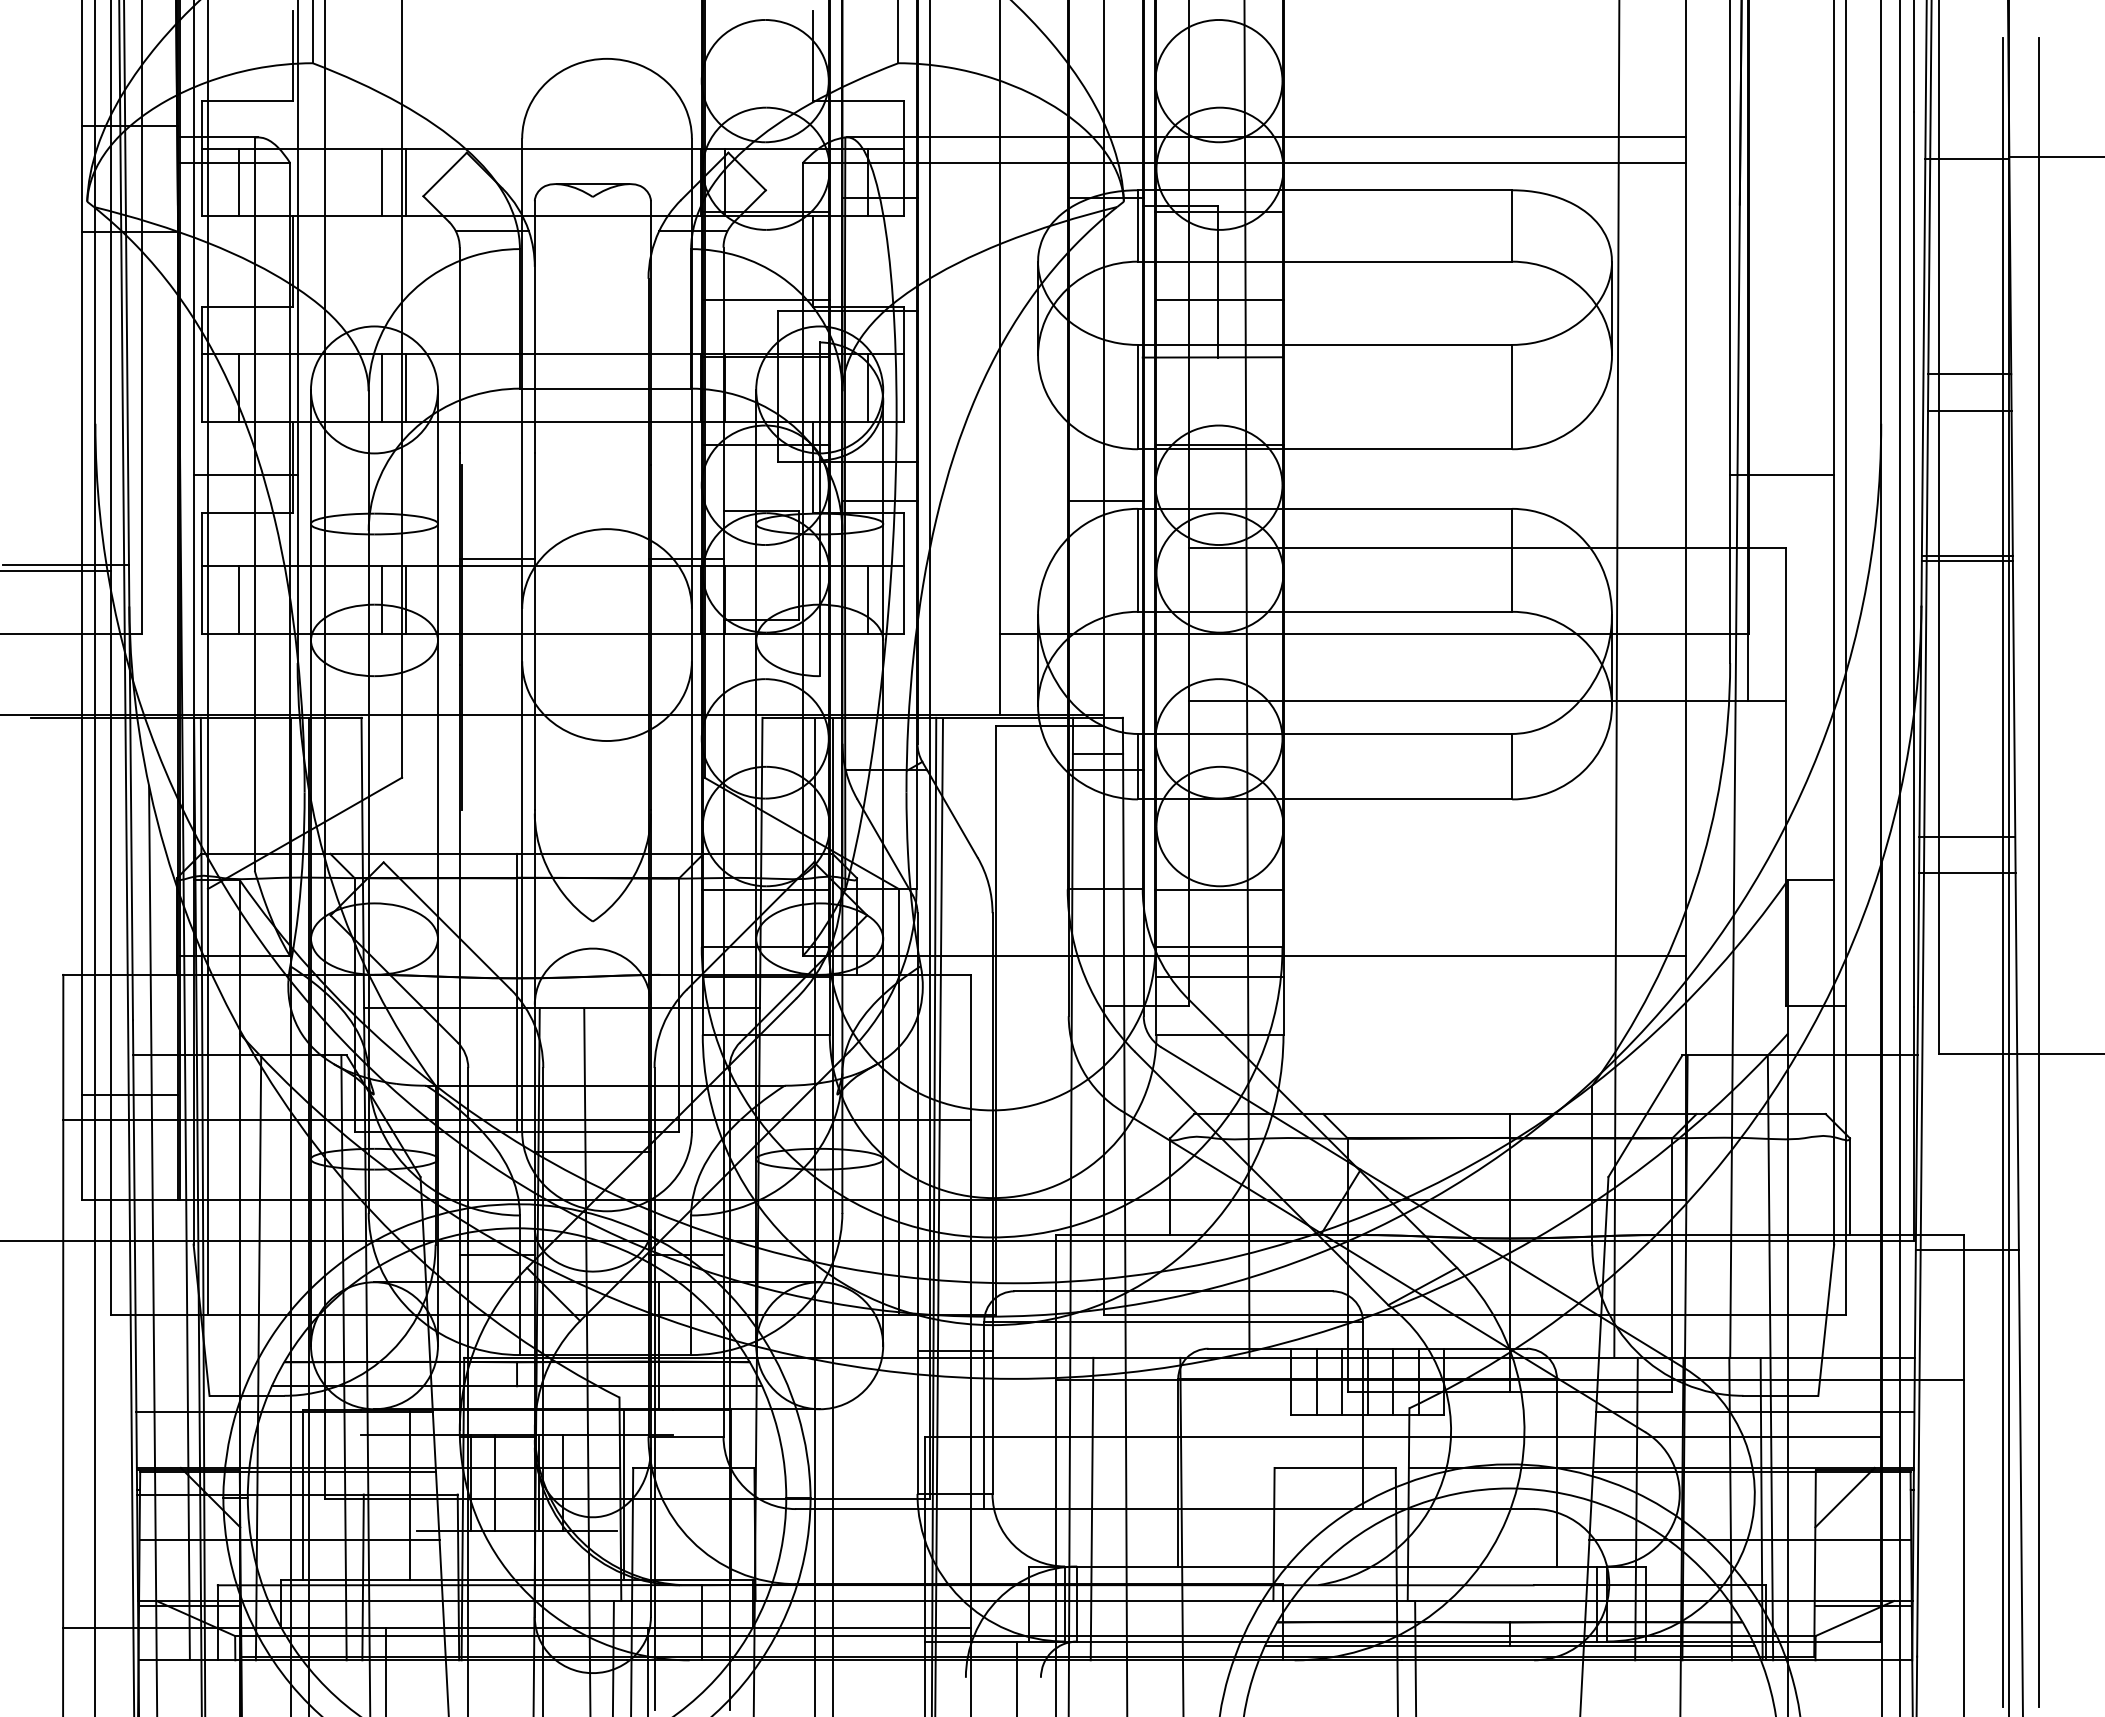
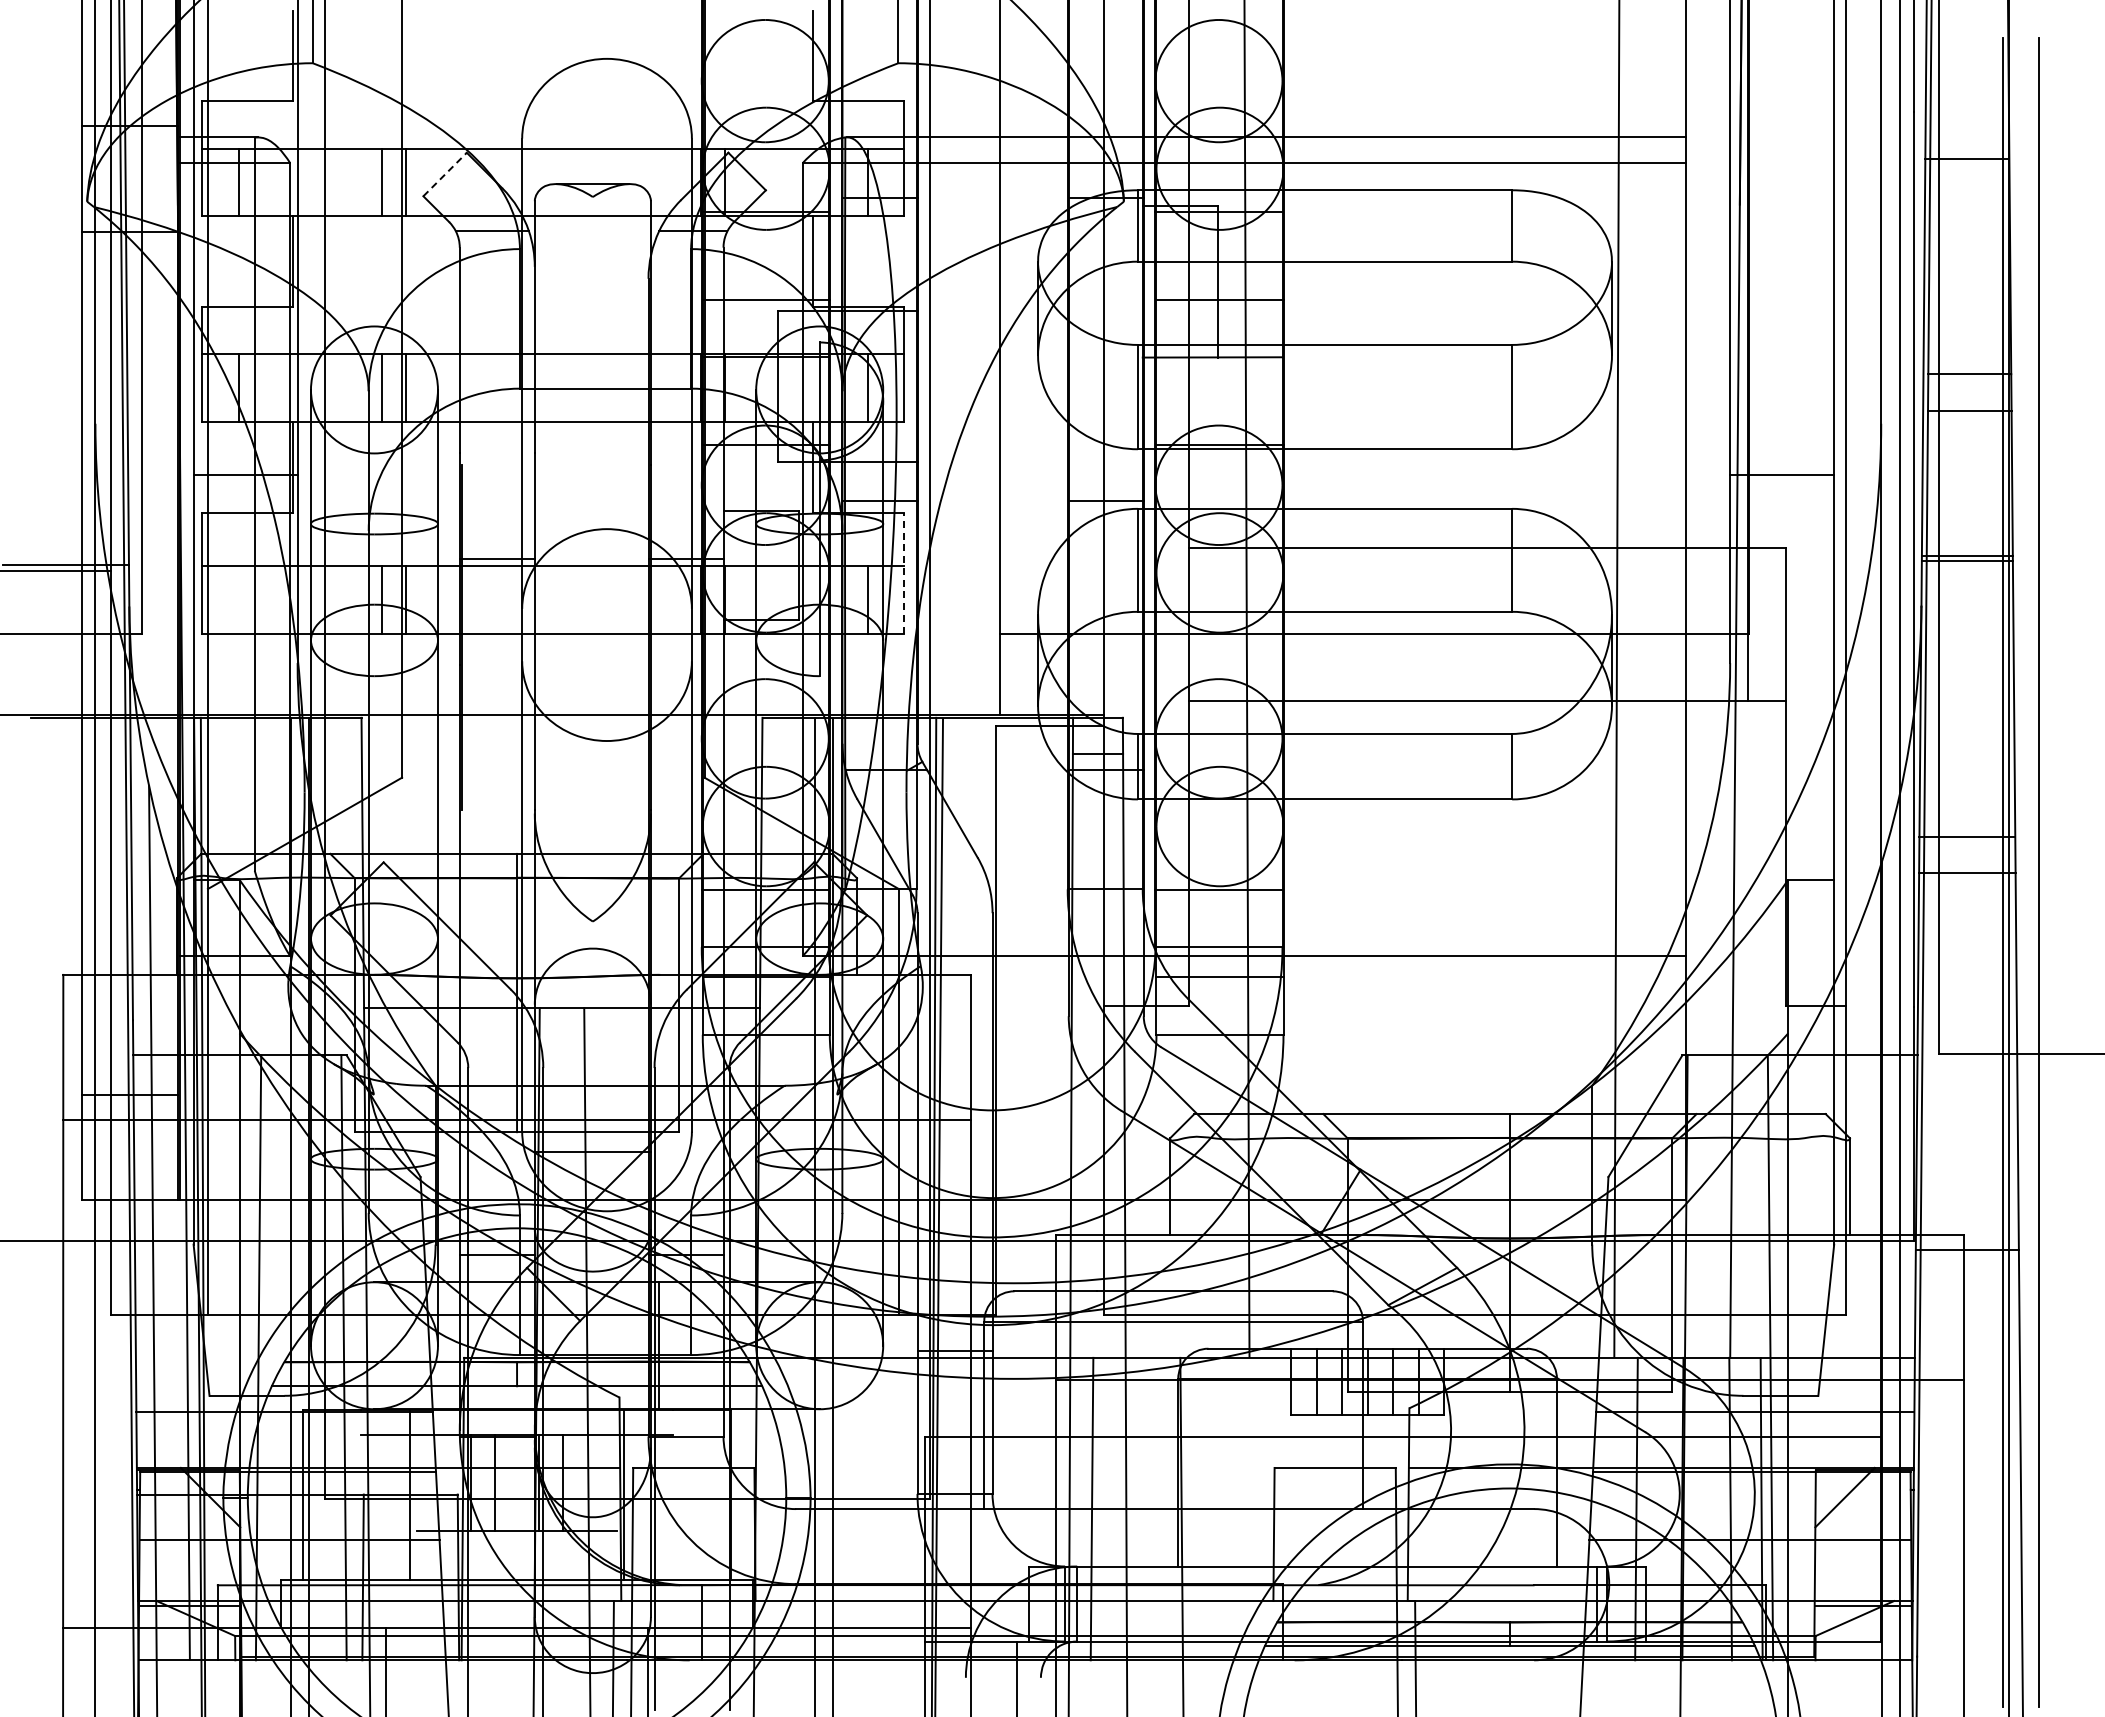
line at (2055, 157): present -> none
line at (445, 174): solid -> dashed
line at (904, 572): solid -> dashed
line at (238, 599): present -> none
